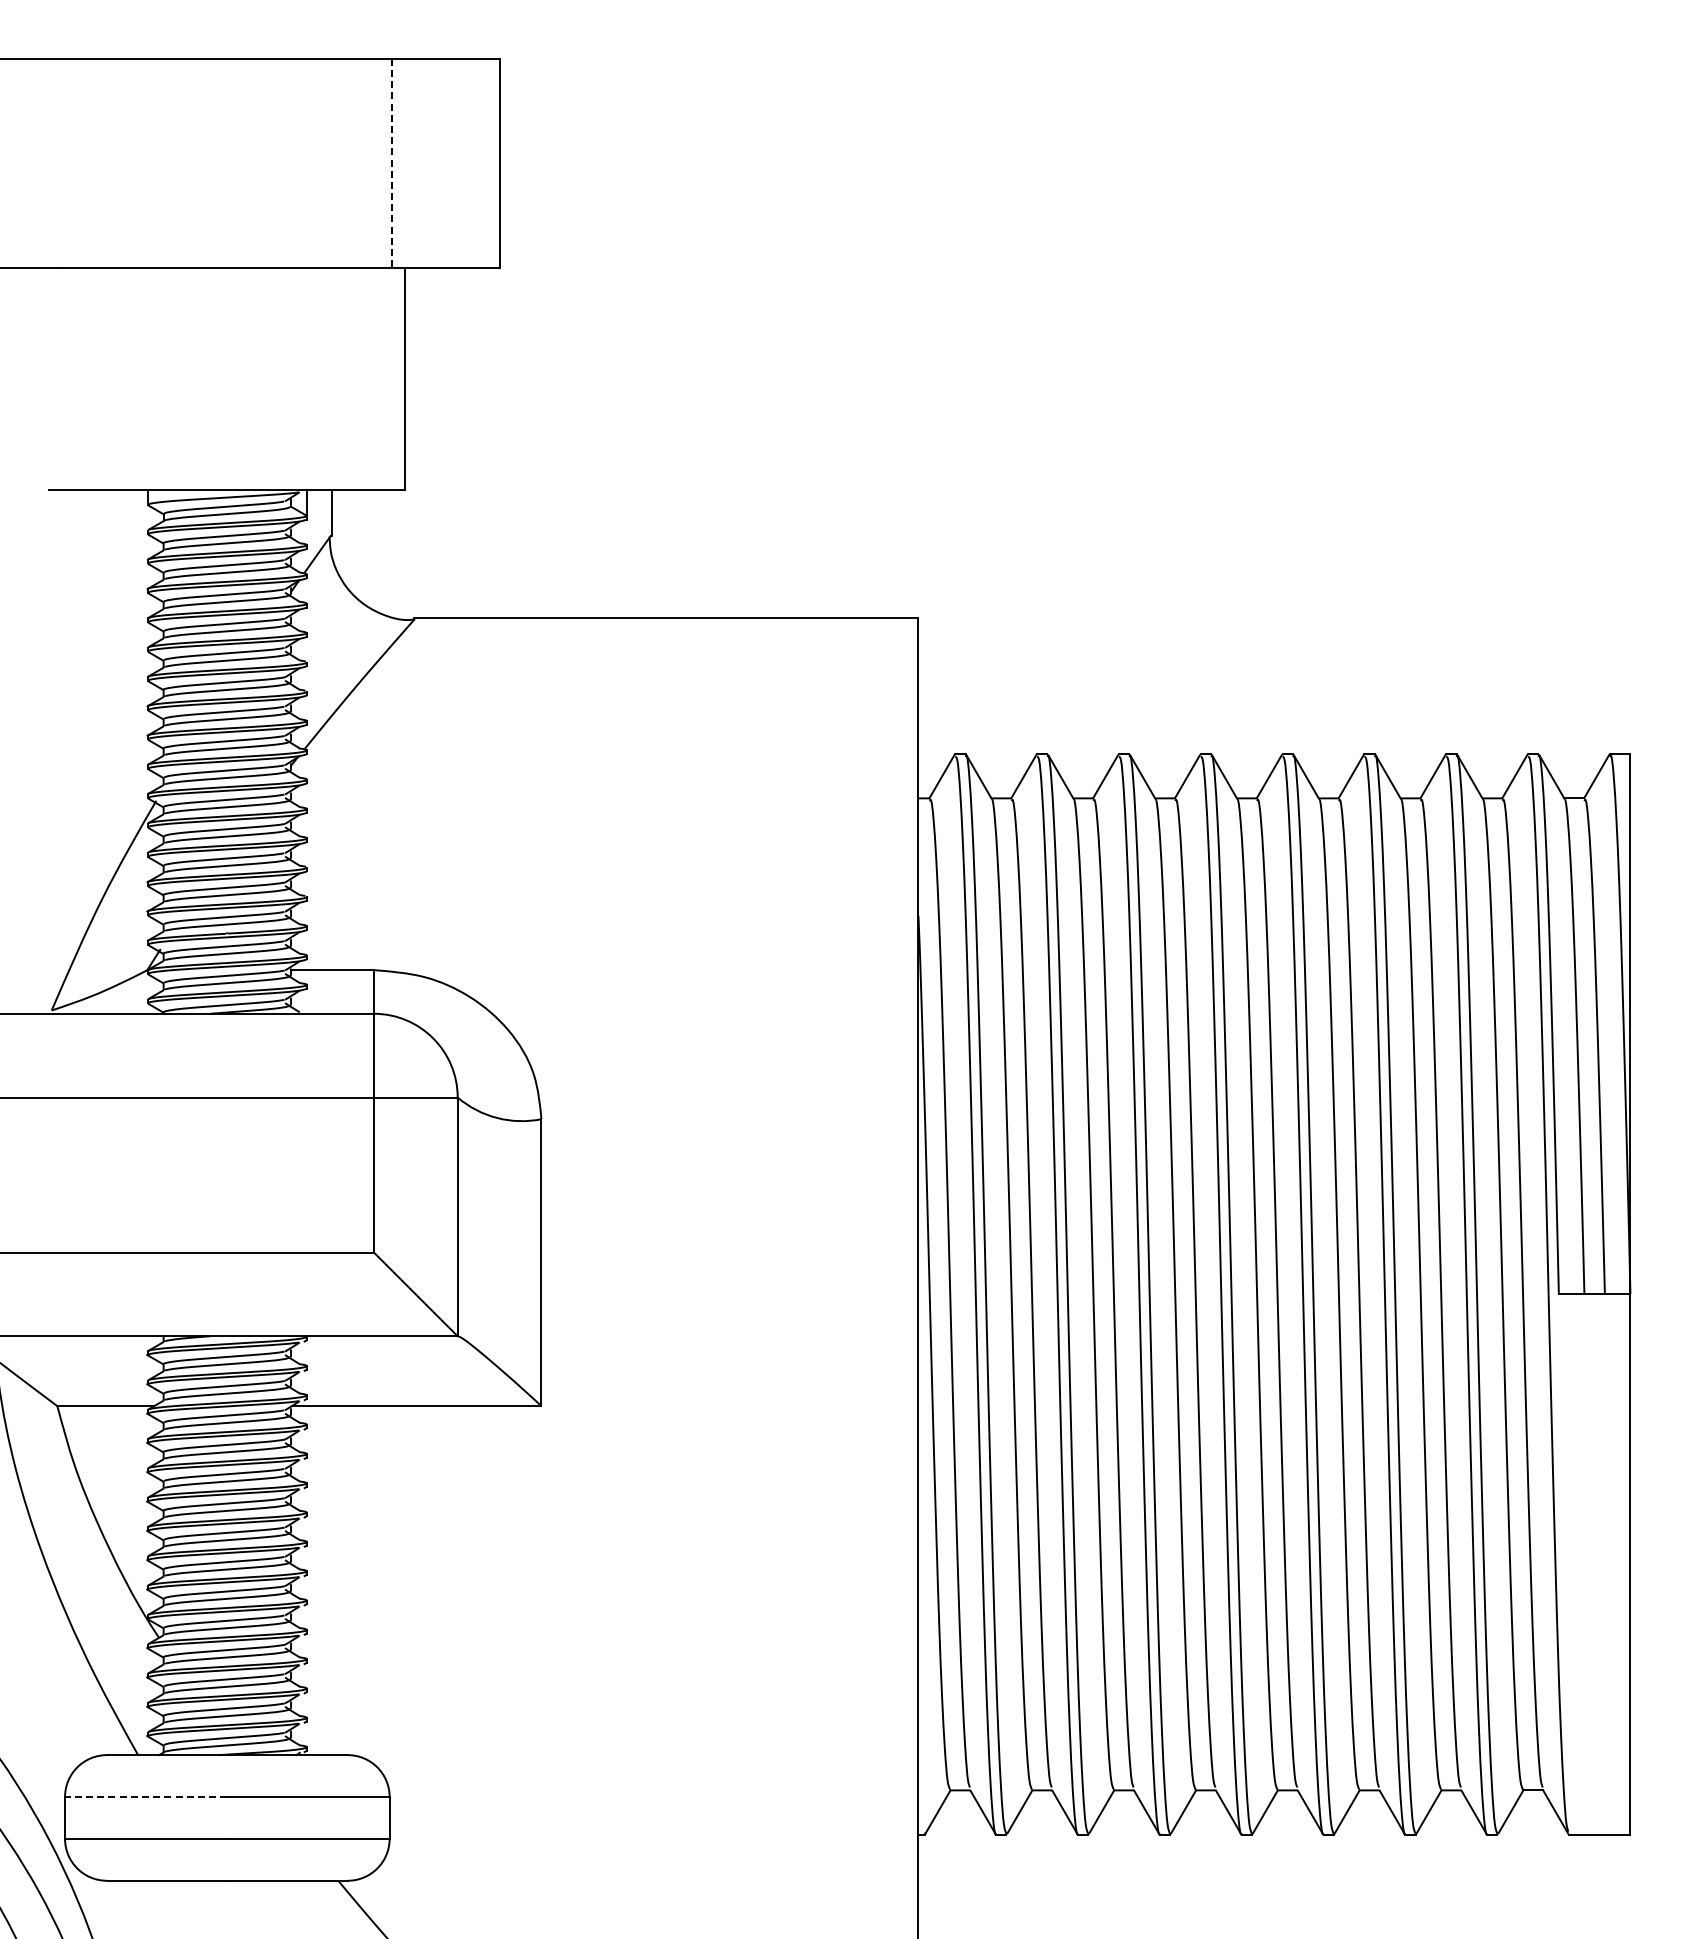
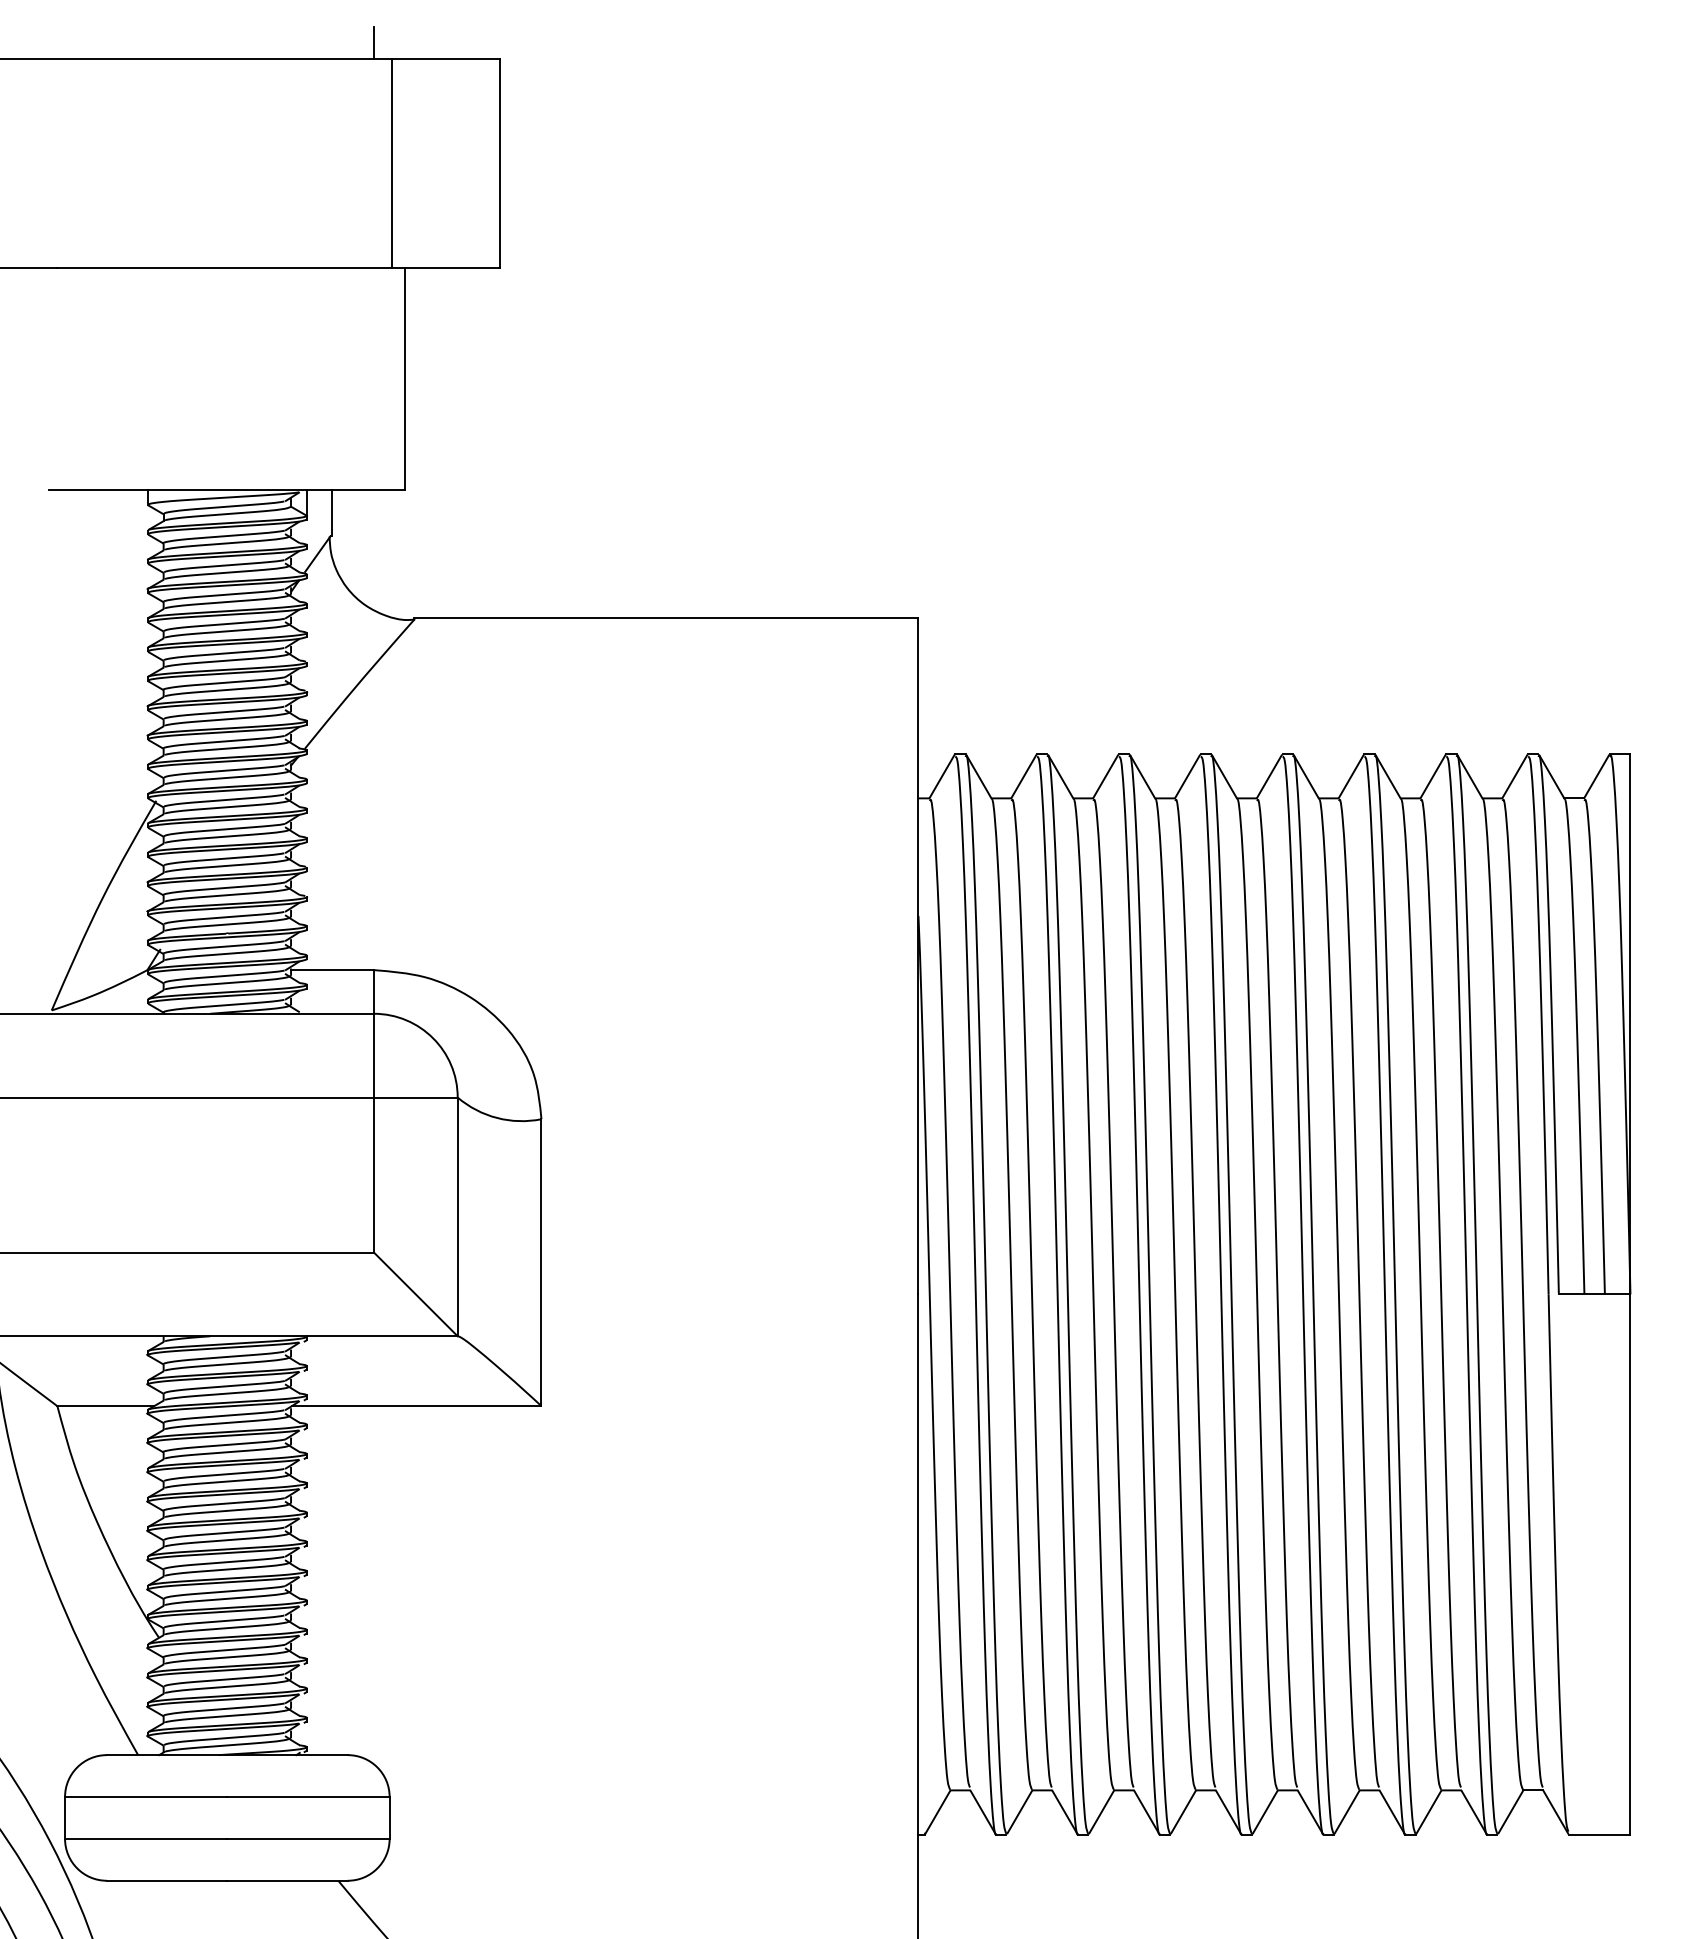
line at (373, 42): none -> present
line at (391, 163): dashed -> solid
line at (145, 1797): dashed -> solid
